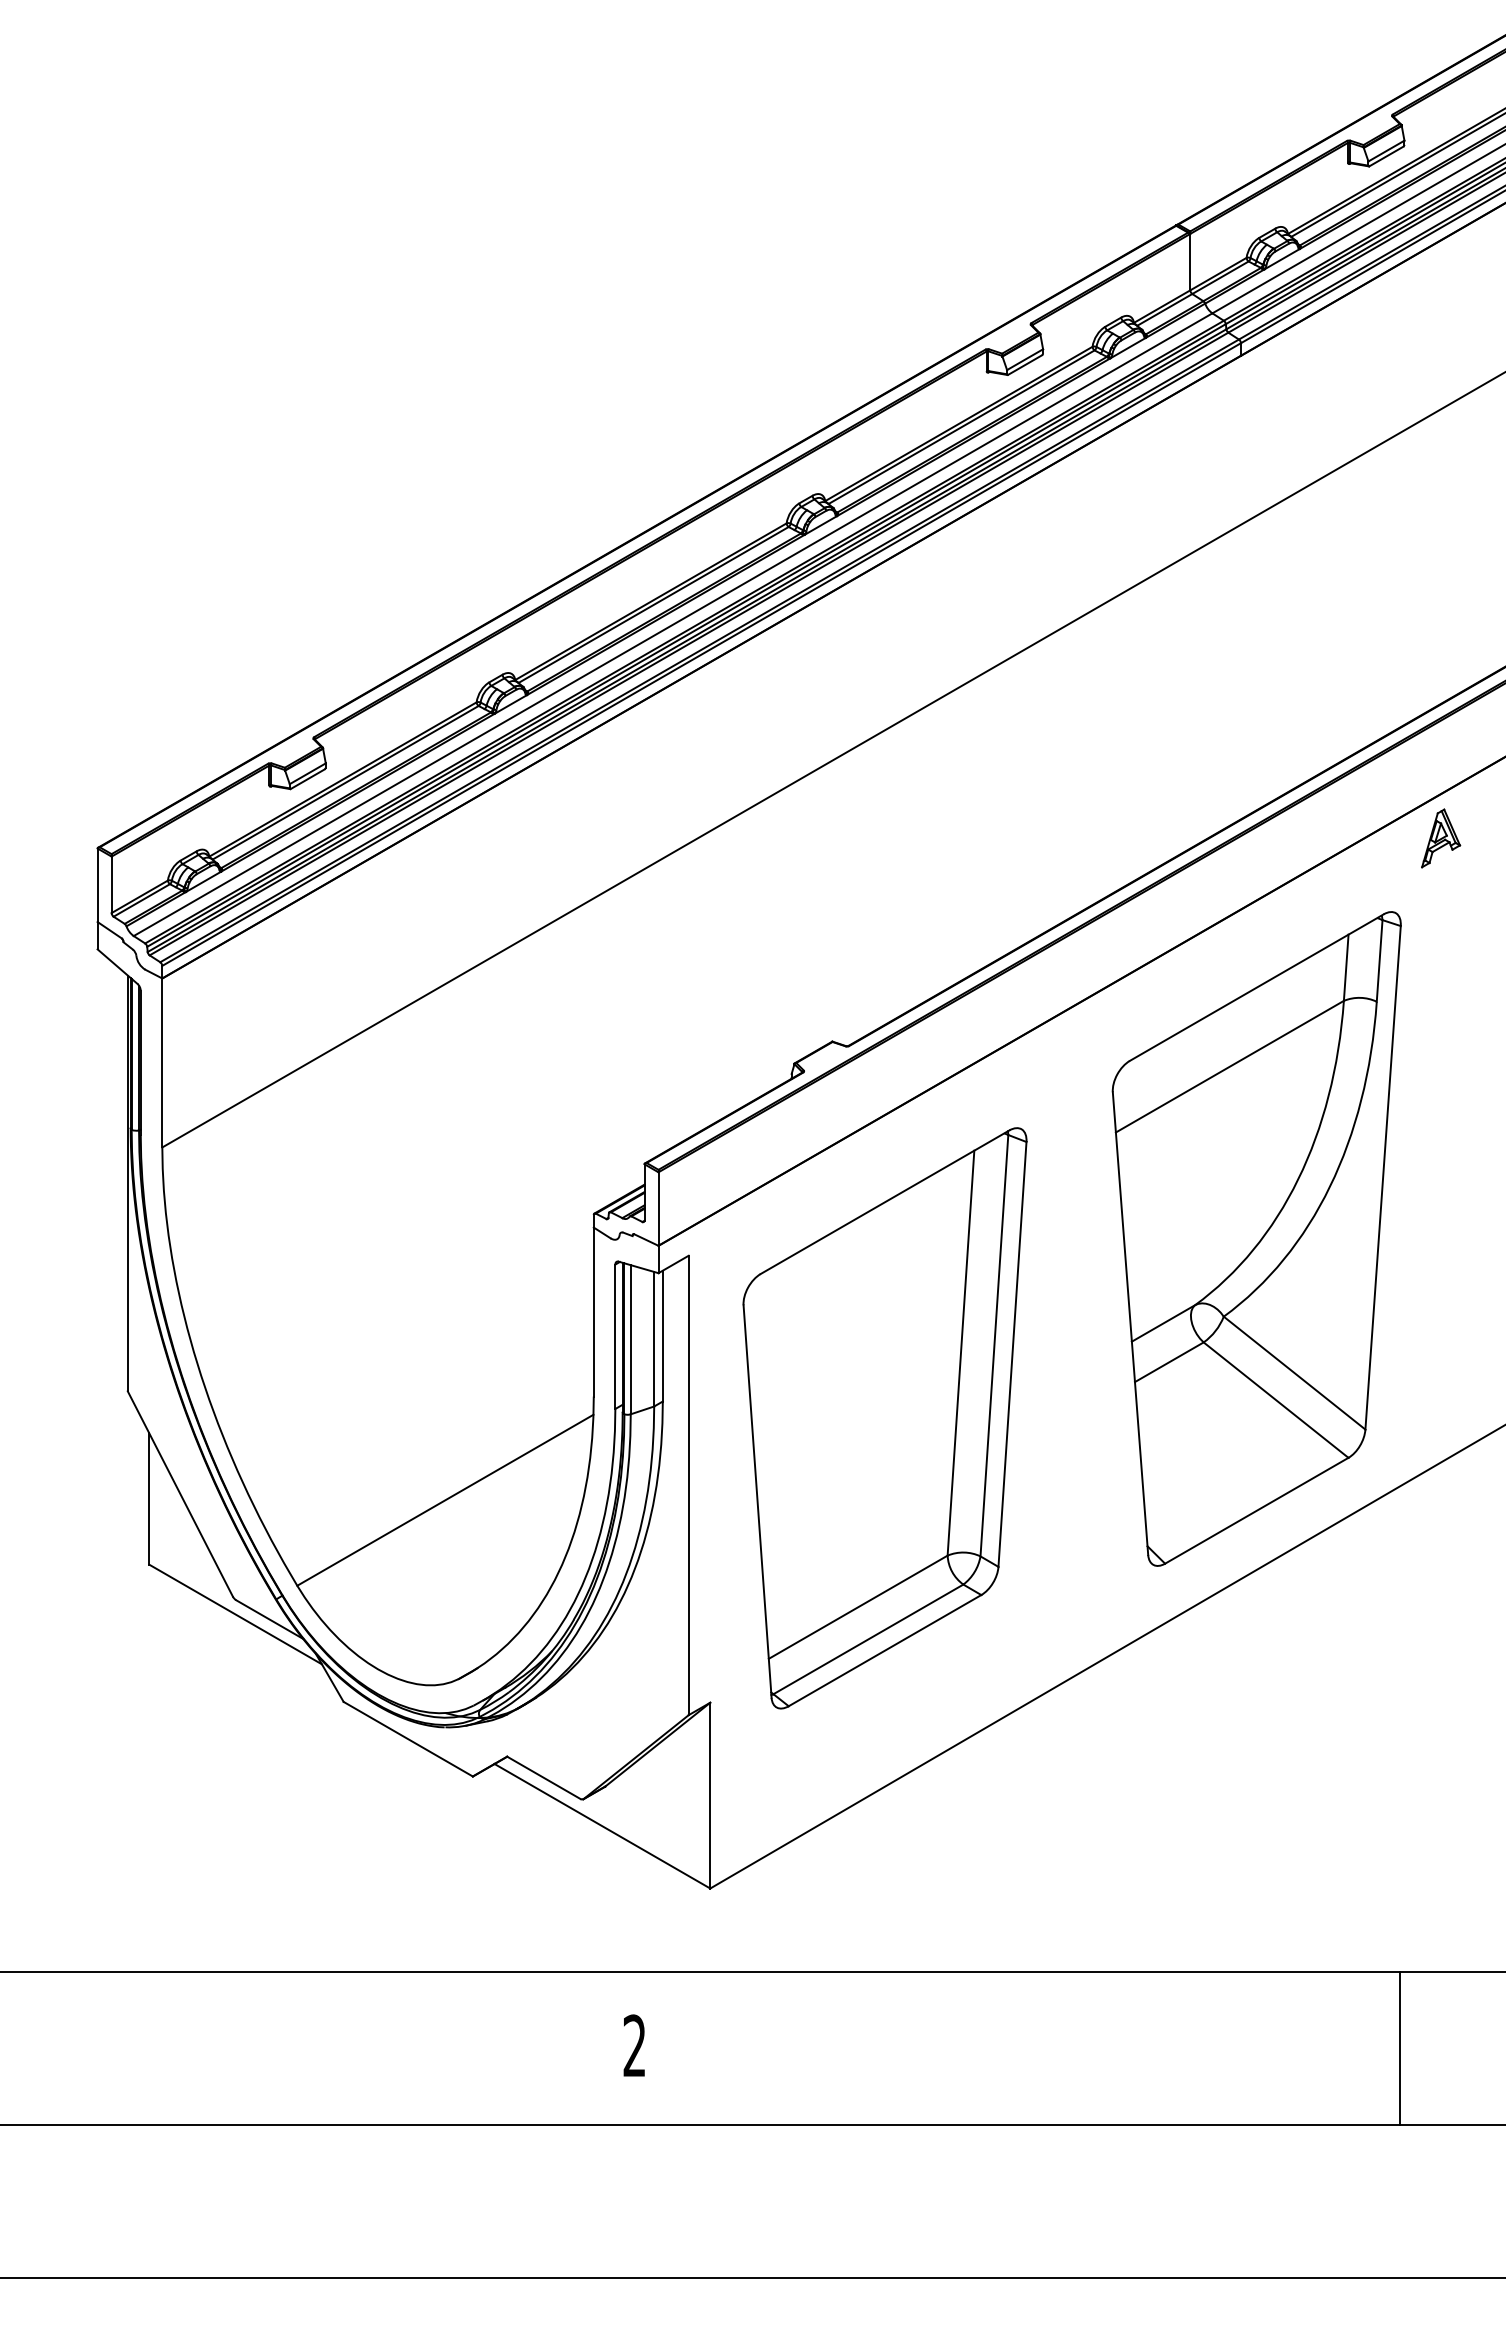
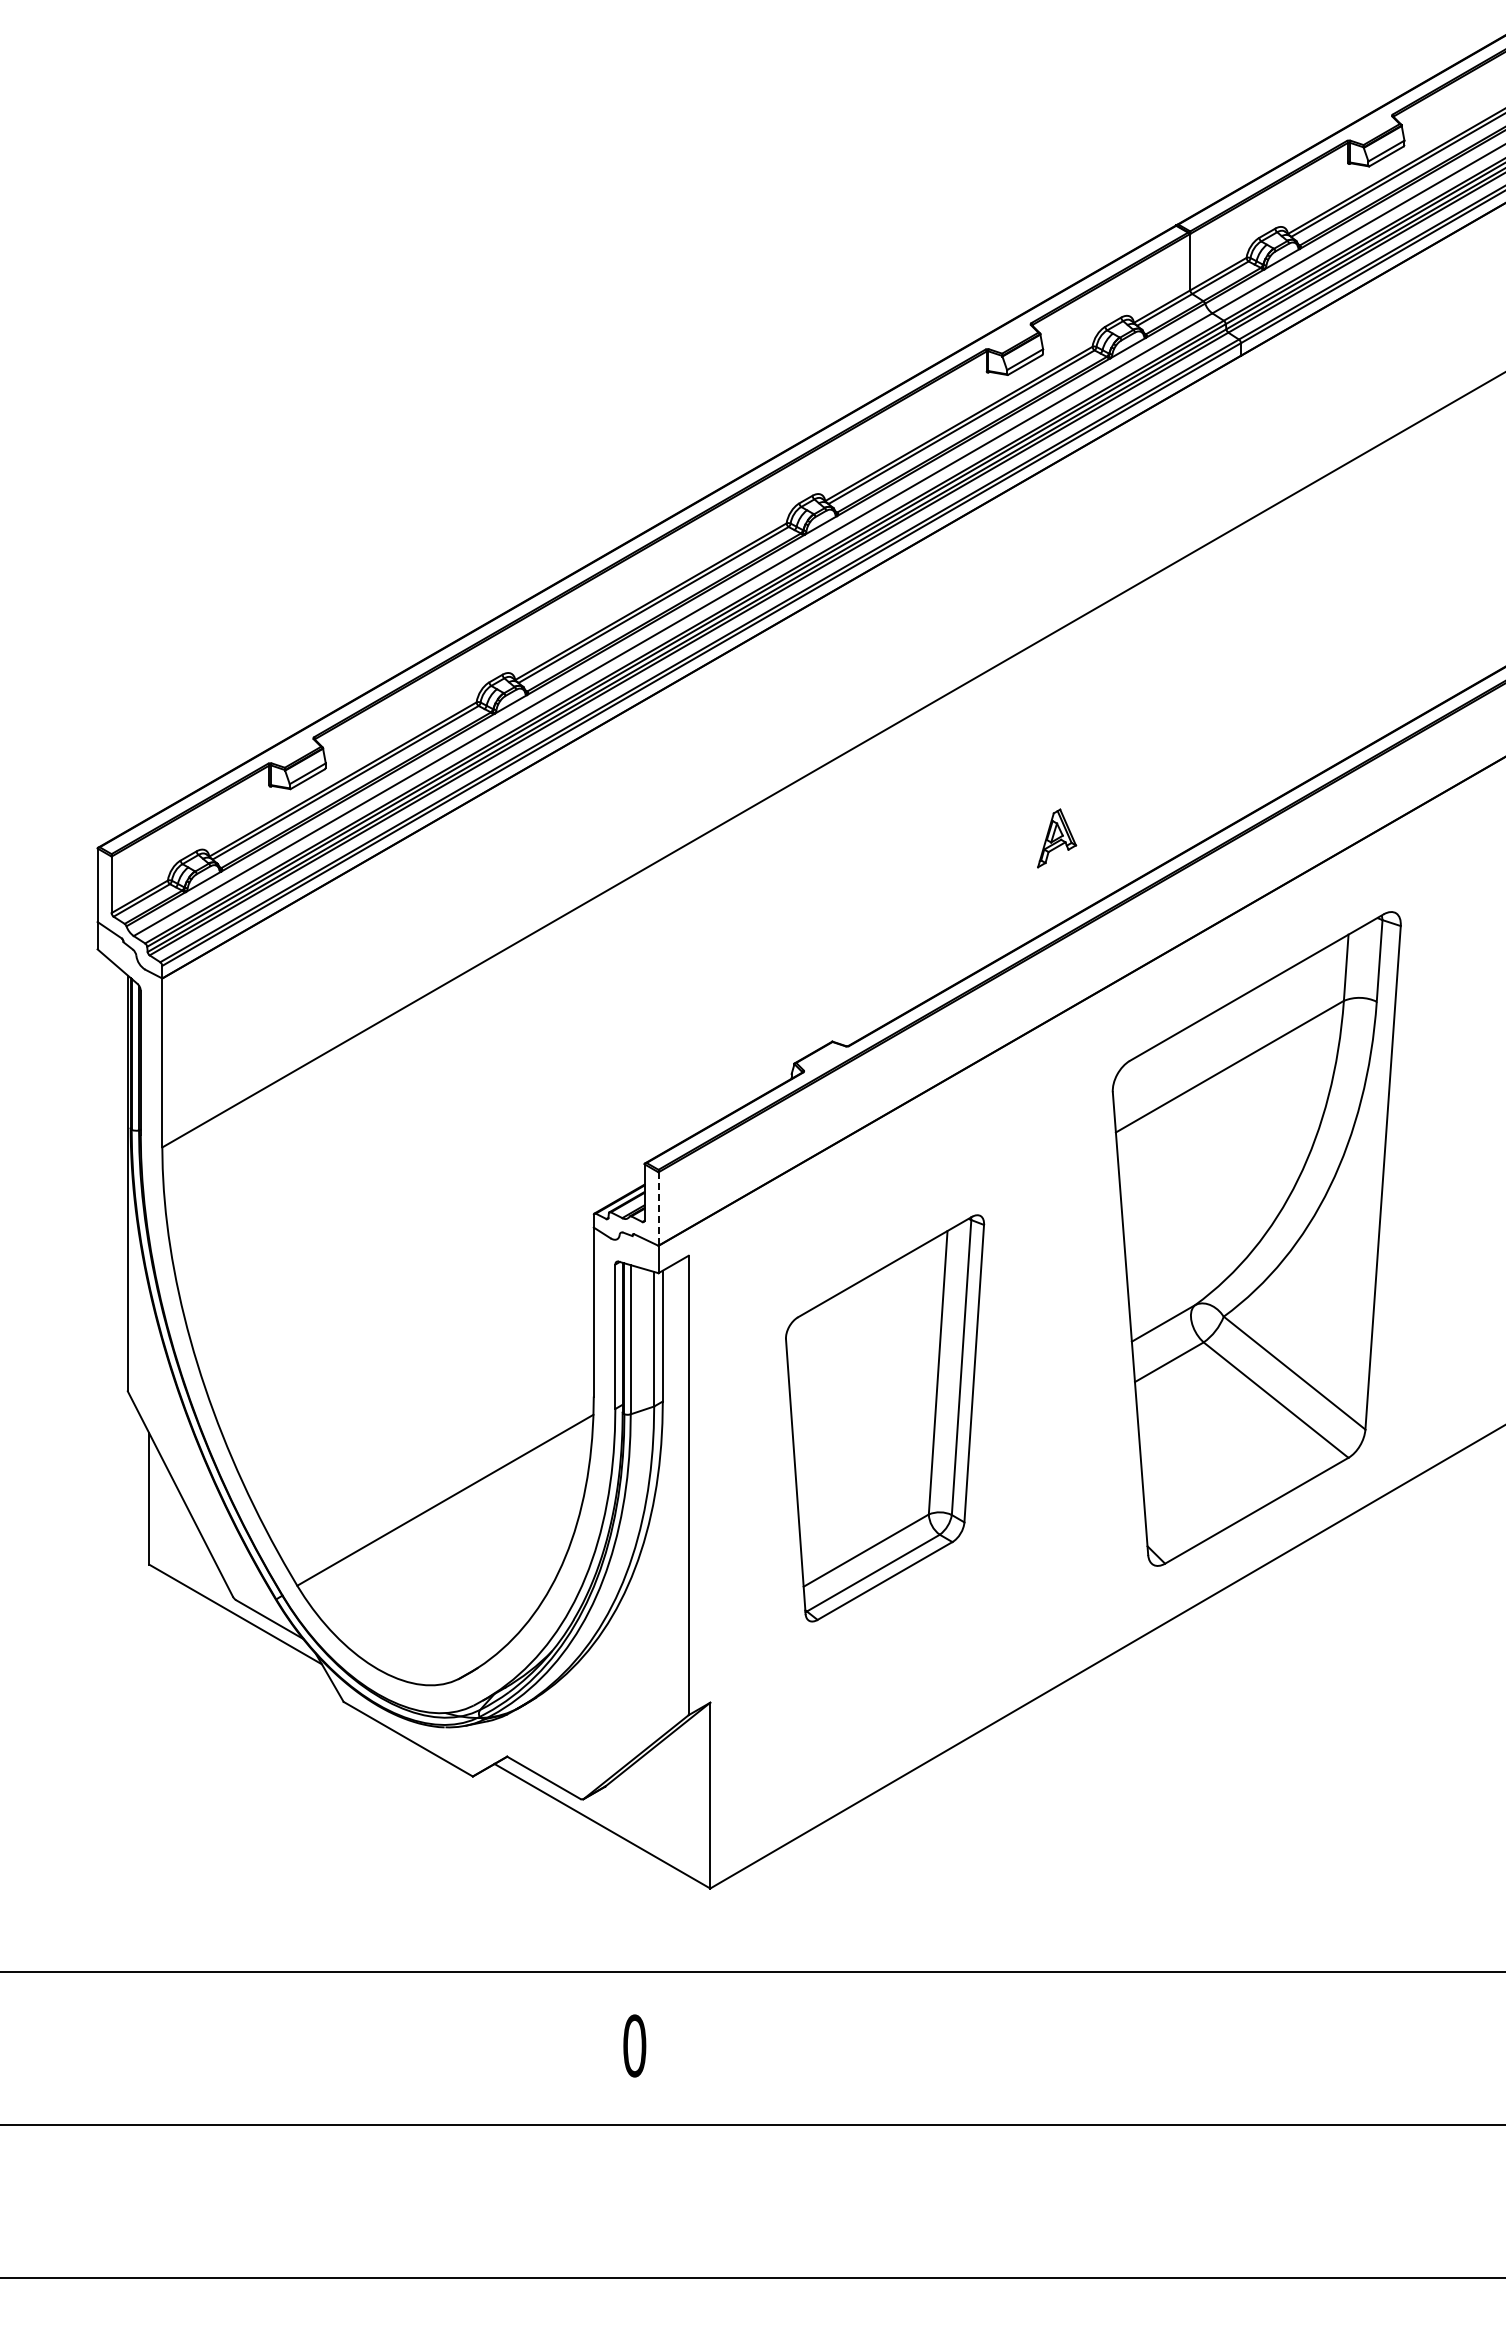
part at (1441, 838) position: (1441, 838) -> (1057, 838)
line at (658, 1209): solid -> dashed
part at (884, 1418) size: 286x583 px -> 201x409 px
text at (634, 2045): 2 -> 0
line at (1399, 2048): present -> none
